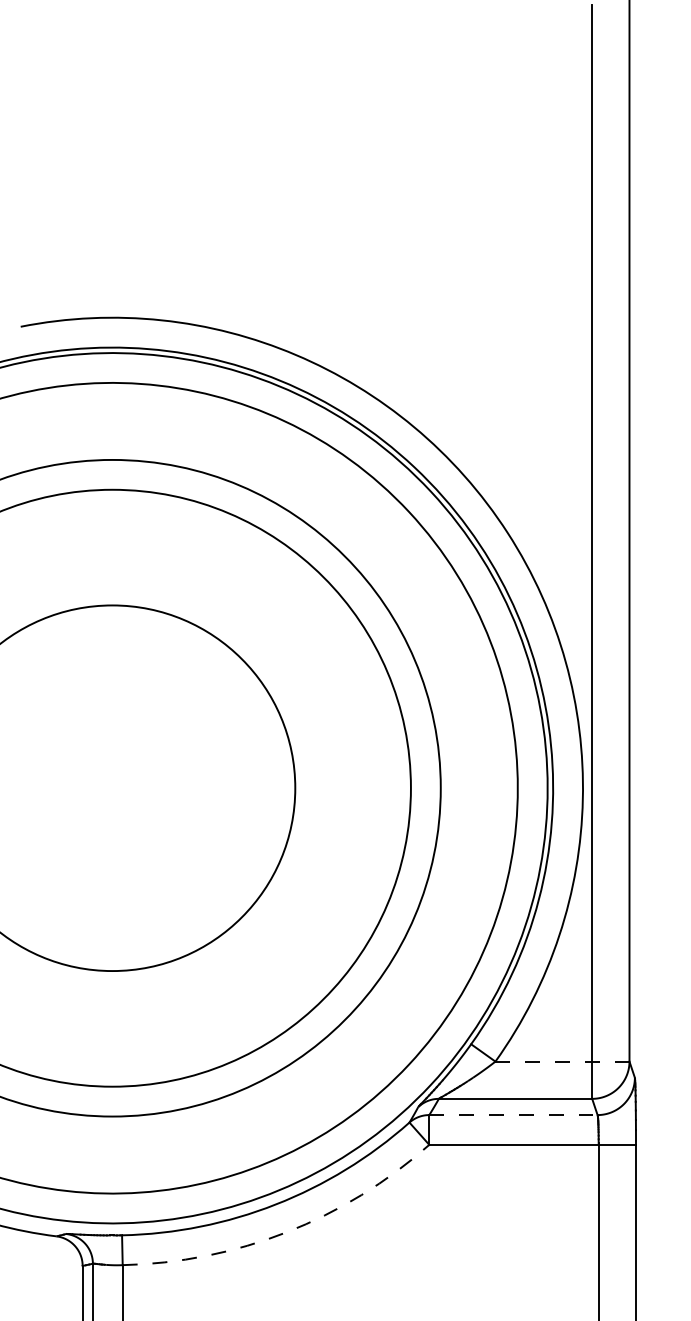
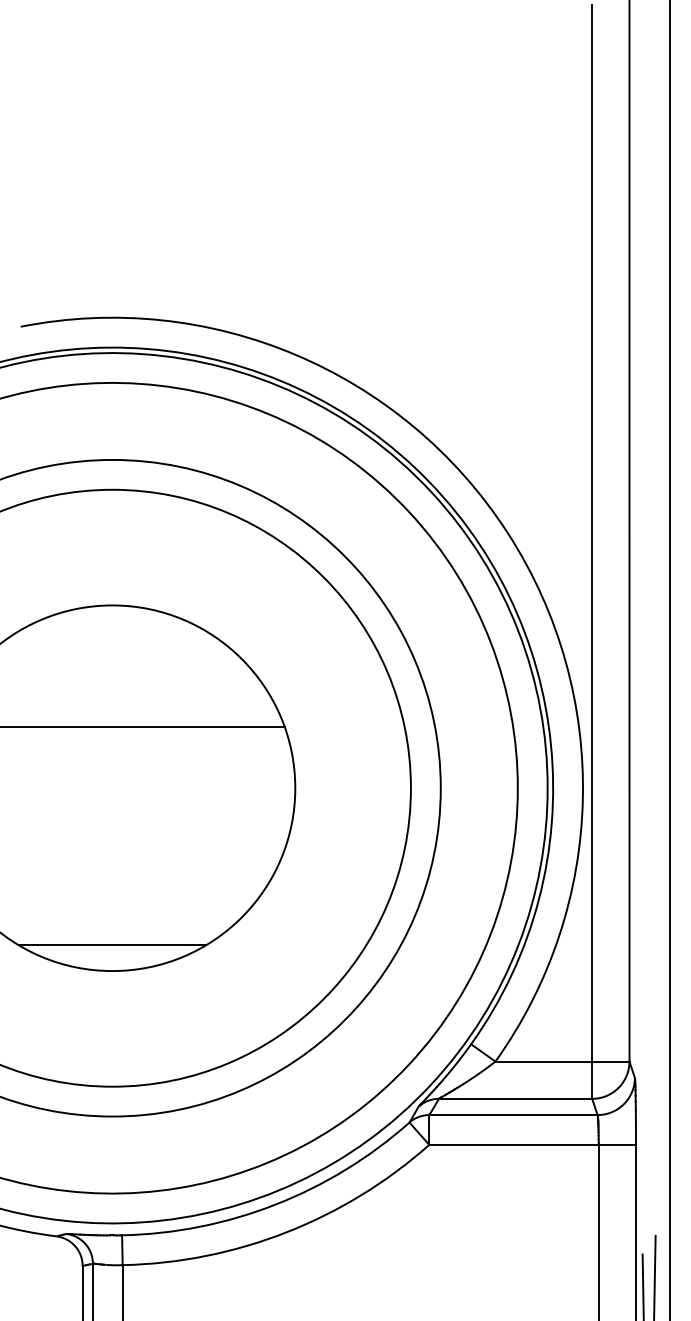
line at (670, 659): none -> present
line at (143, 726): none -> present
line at (112, 945): none -> present
line at (561, 1061): dashed -> solid
line at (513, 1115): dashed -> solid
arc at (286, 1232): dashed -> solid
line at (654, 1276): none -> present
line at (642, 1285): none -> present
